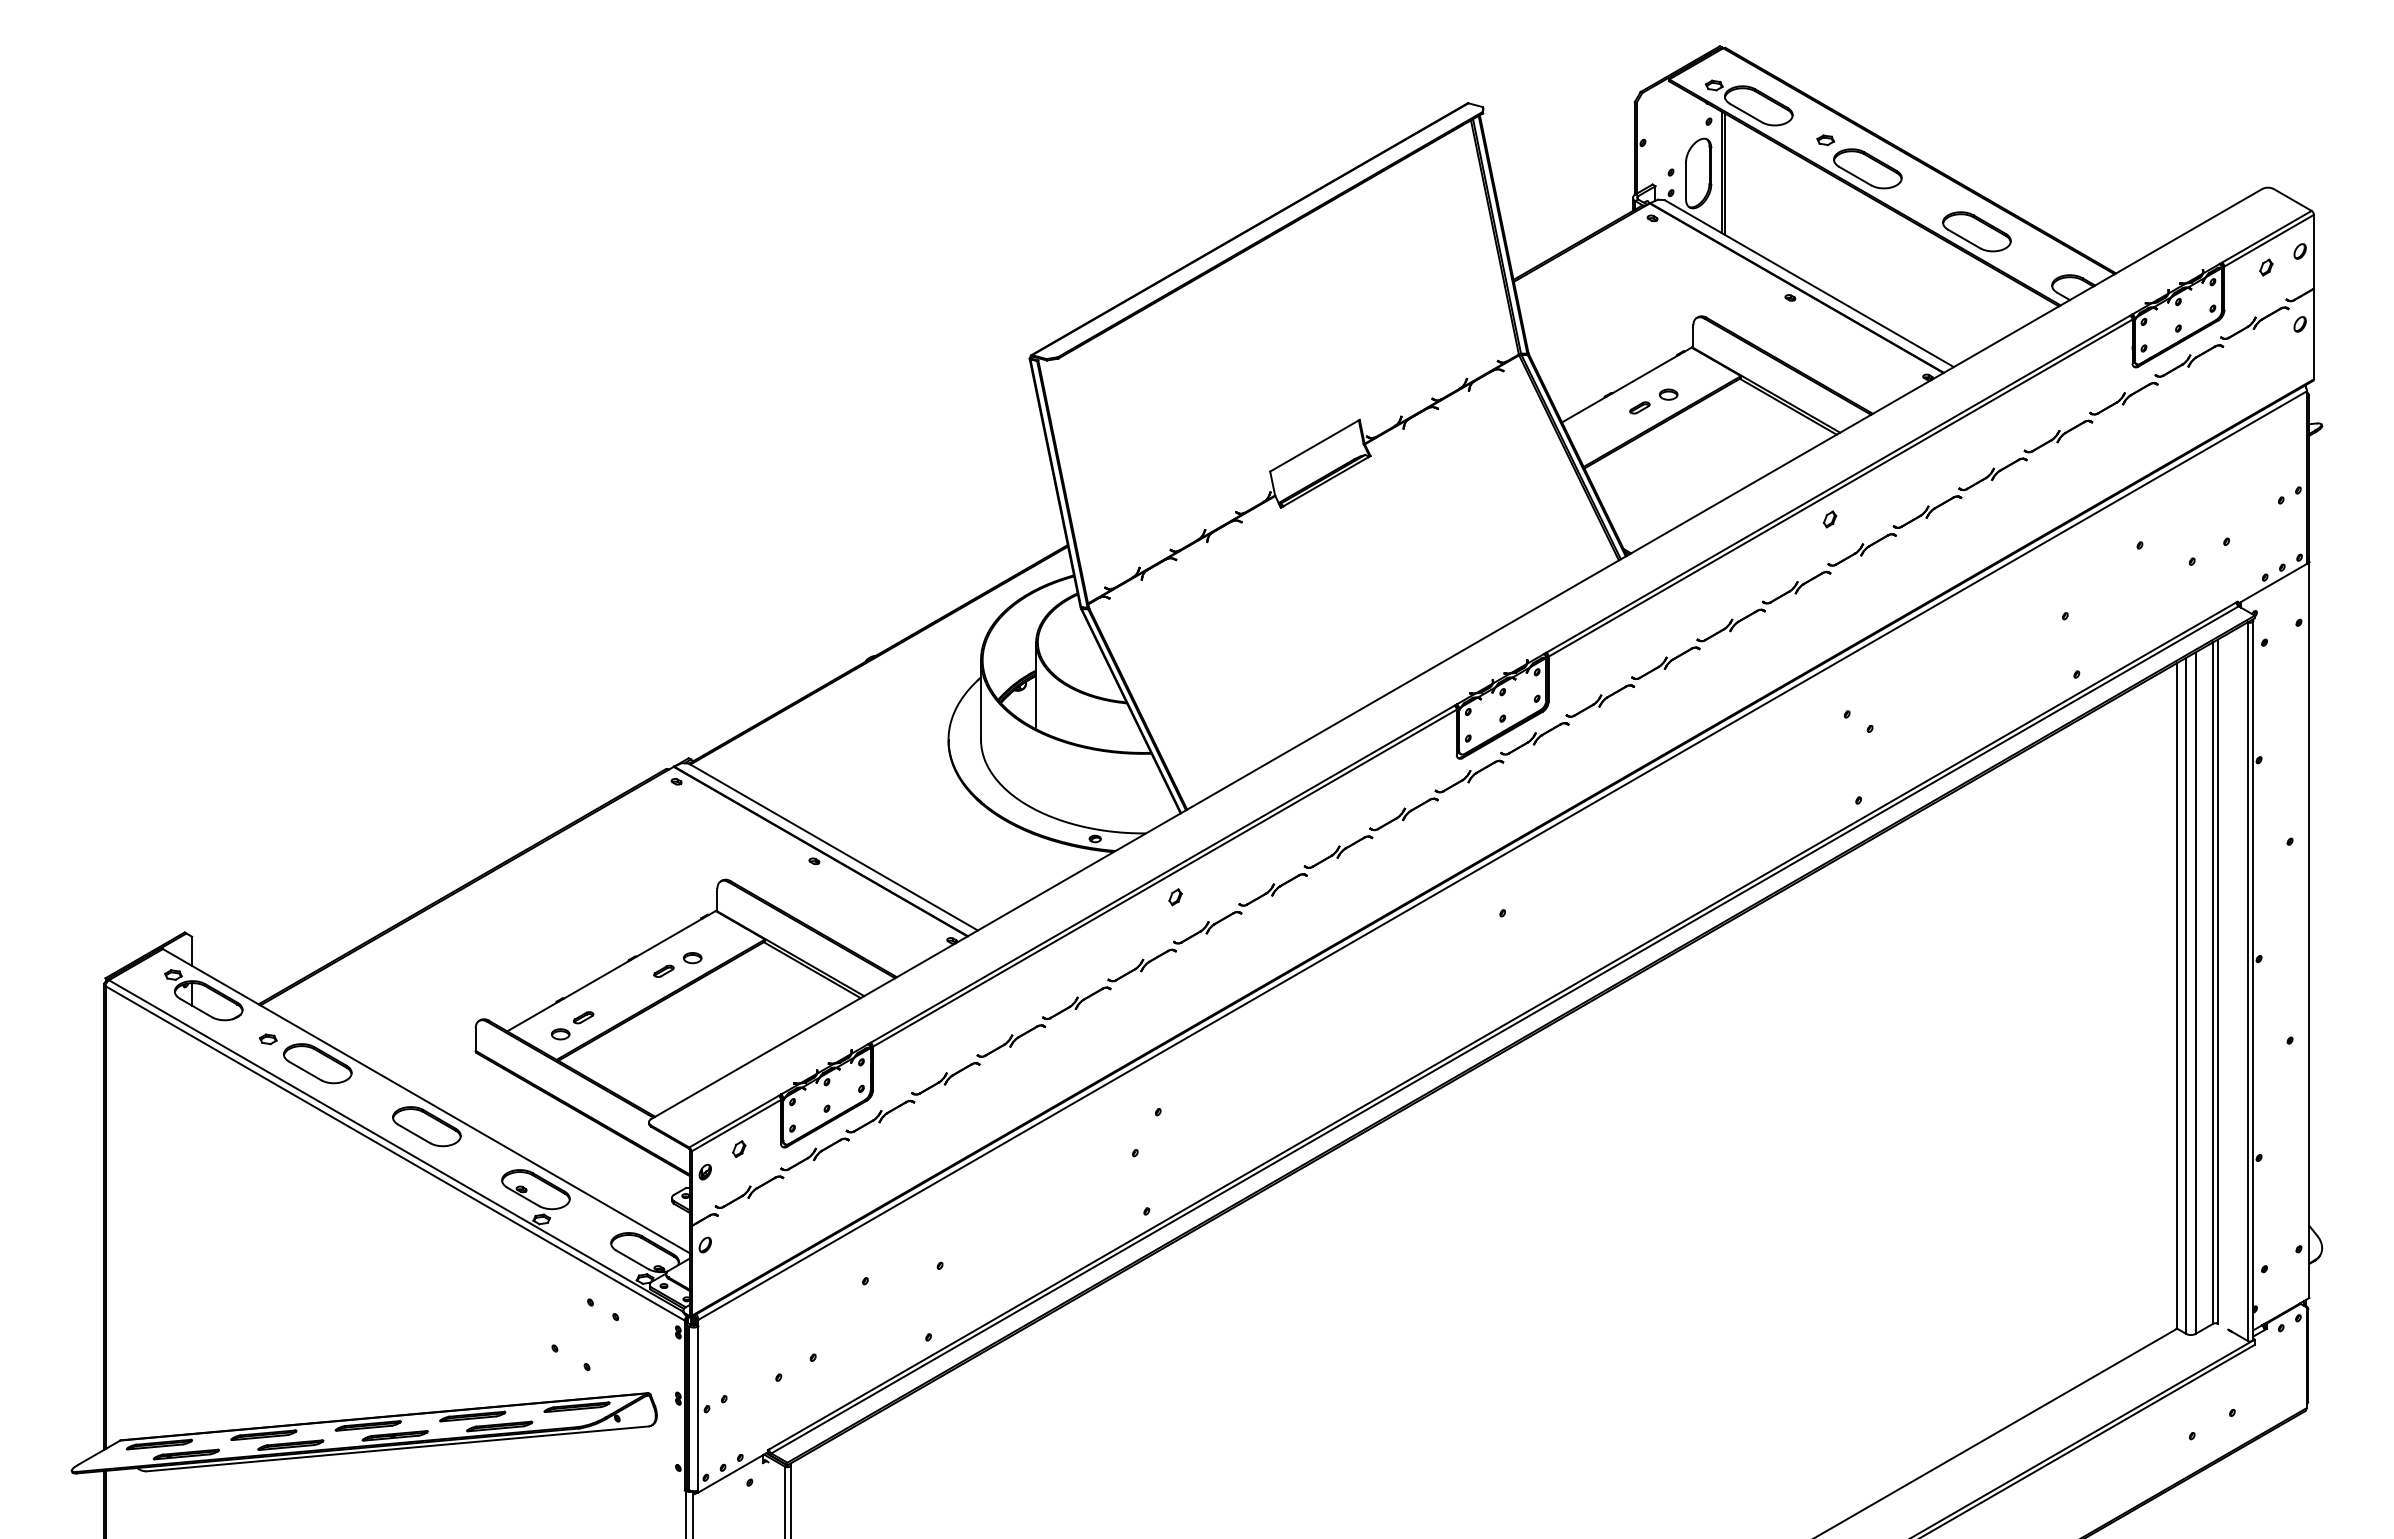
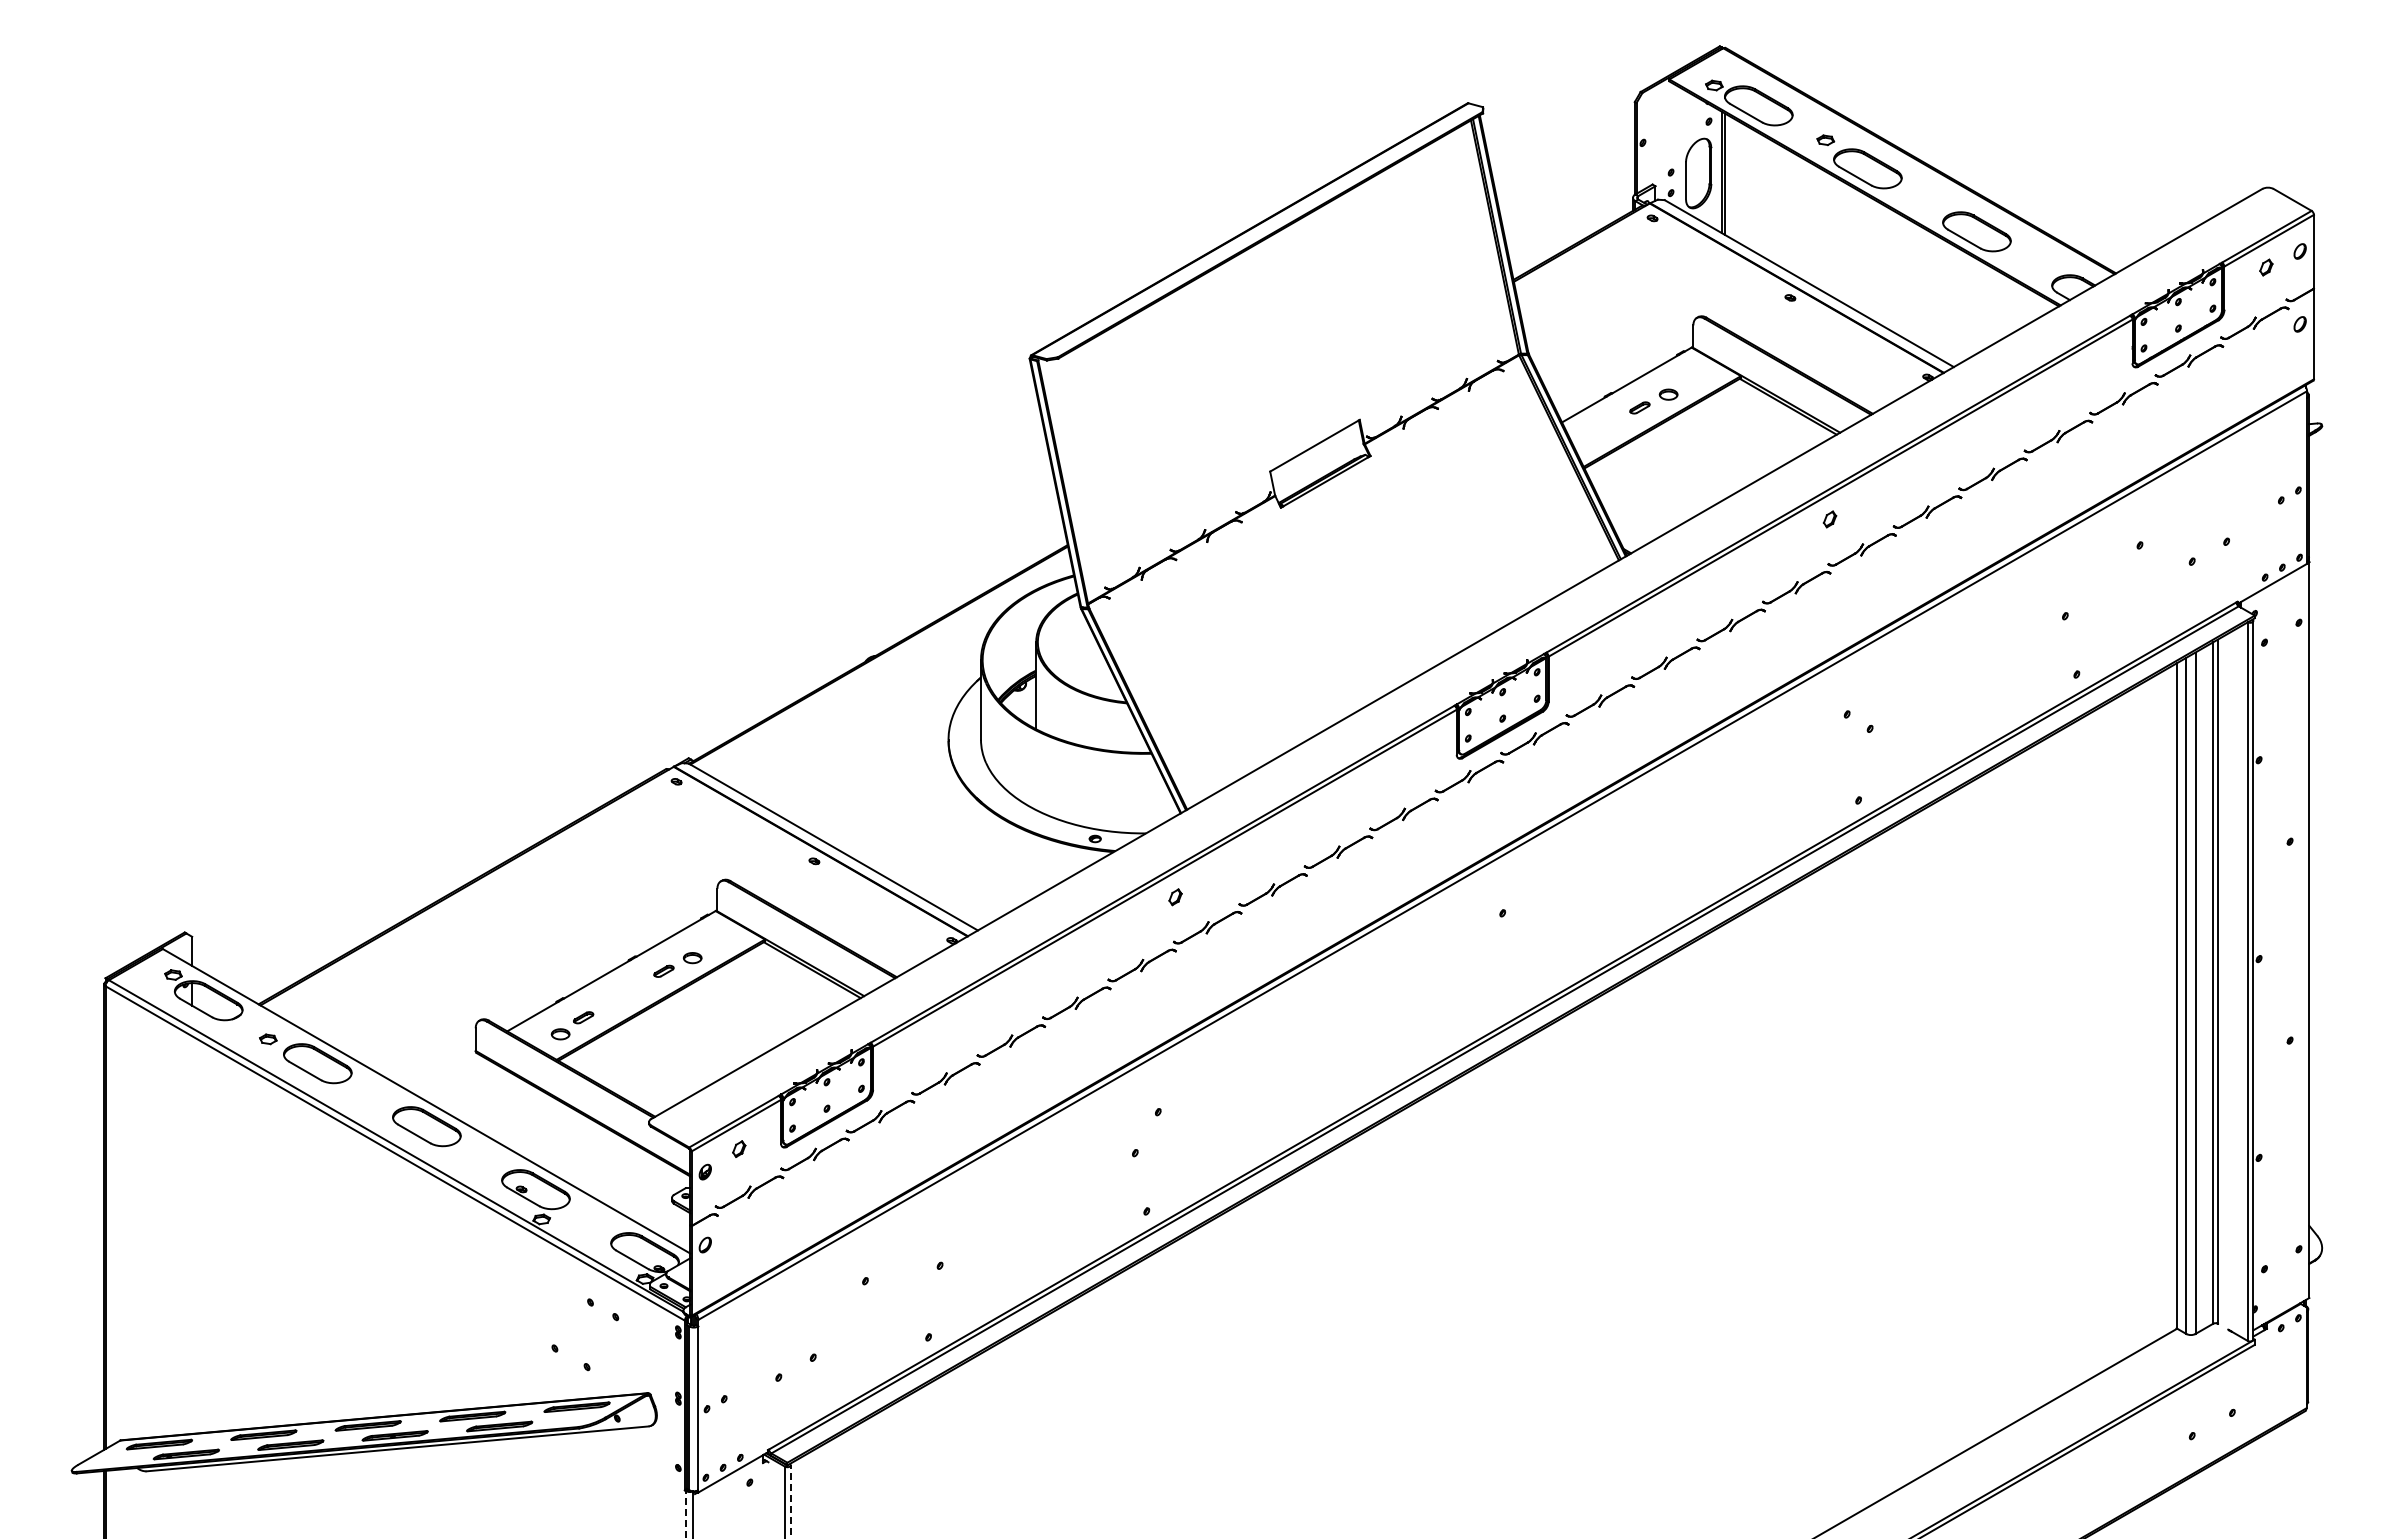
line at (790, 1501): solid -> dashed
line at (686, 1514): solid -> dashed
